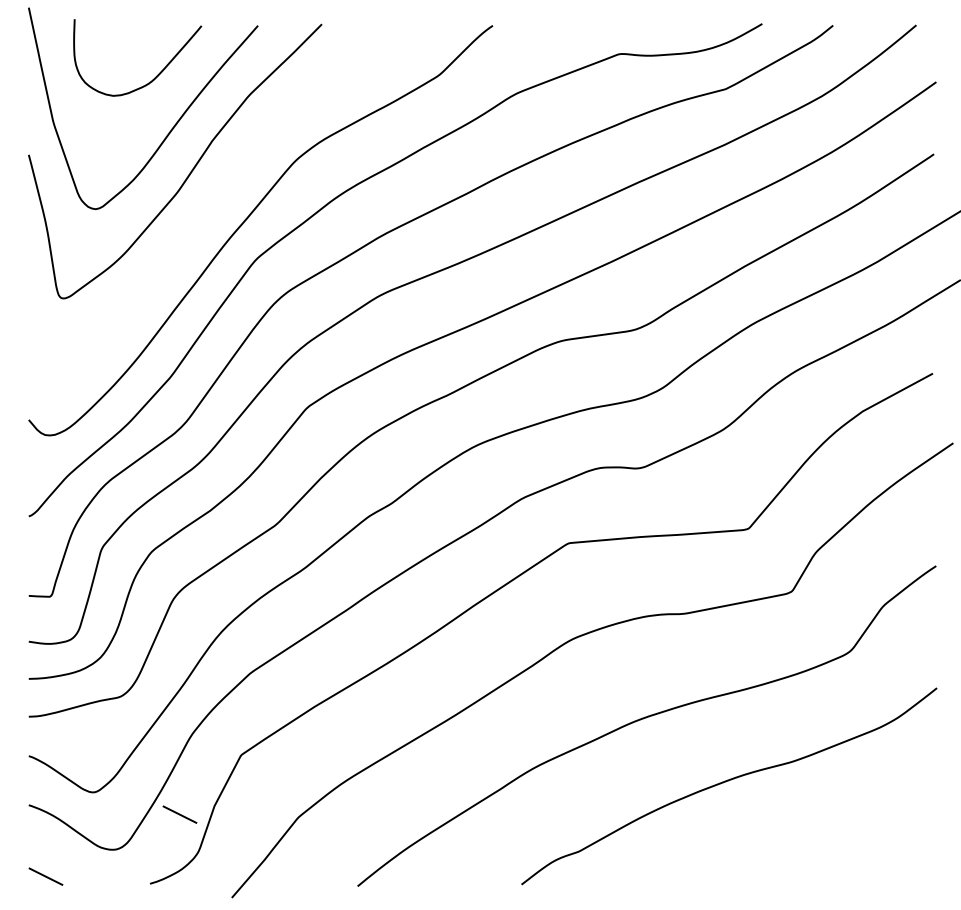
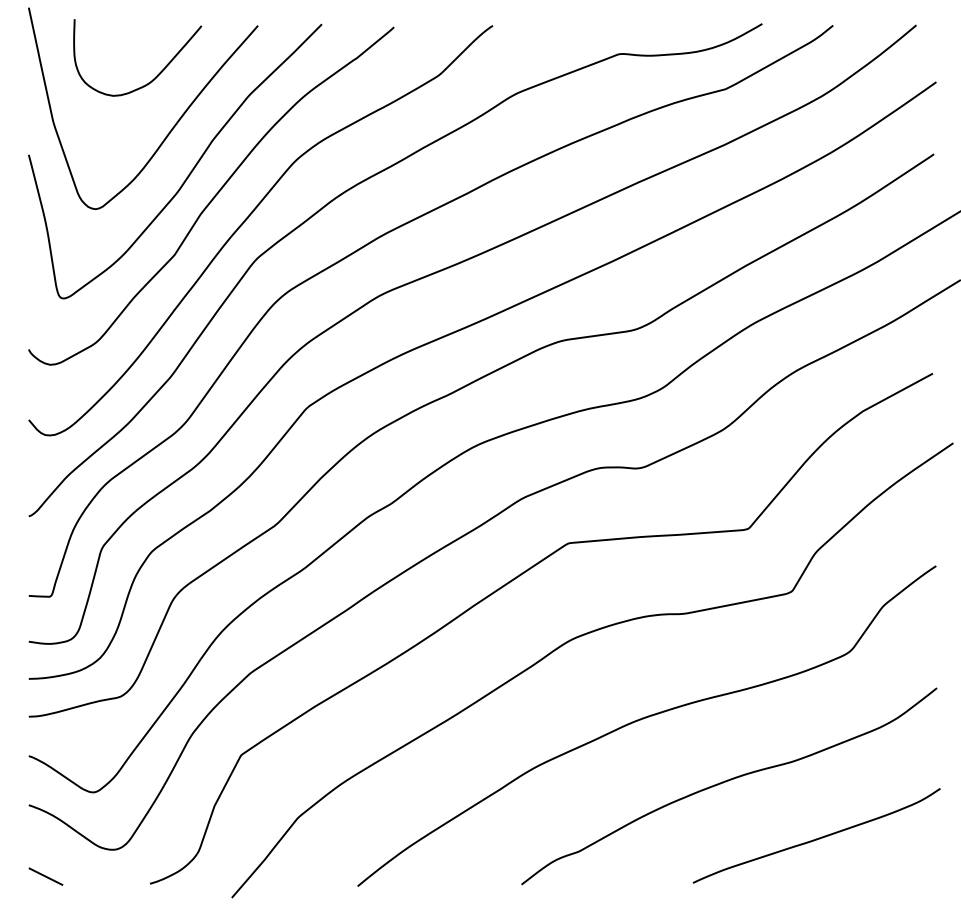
curve at (213, 196): none -> present
line at (179, 814): present -> none
curve at (818, 837): none -> present
